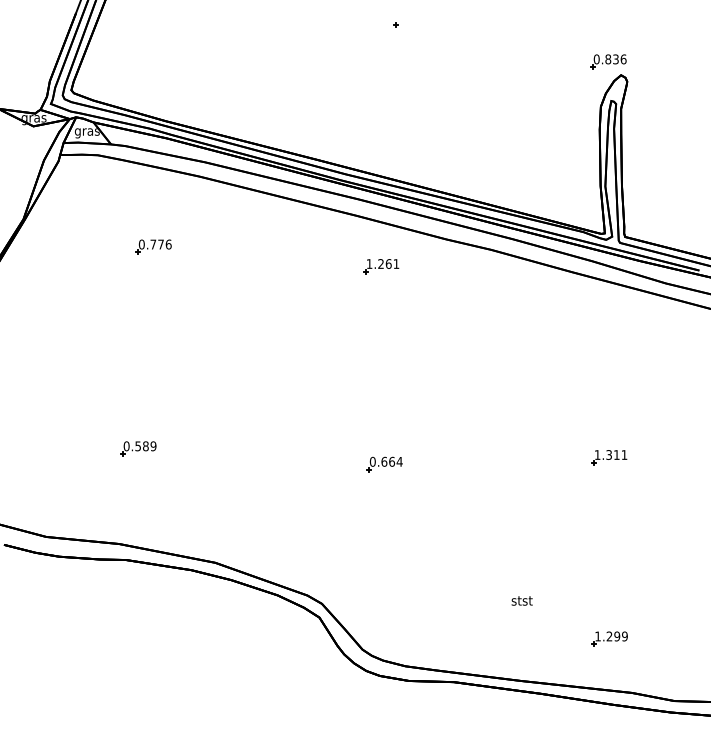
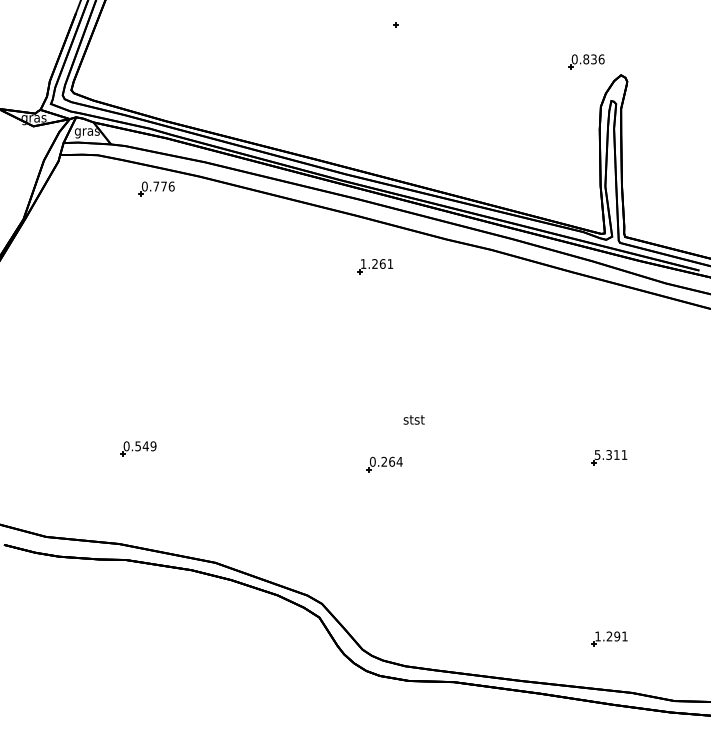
part at (608, 61) position: (608, 61) -> (586, 61)
part at (153, 246) position: (153, 246) -> (156, 188)
part at (381, 266) position: (381, 266) -> (375, 266)
text at (145, 446): 0.589 -> 0.549
text at (597, 454): 1.311 -> 5.311
text at (384, 461): 0.664 -> 0.264
text at (521, 600) position: (521, 600) -> (413, 419)
text at (624, 636): 1.299 -> 1.291
